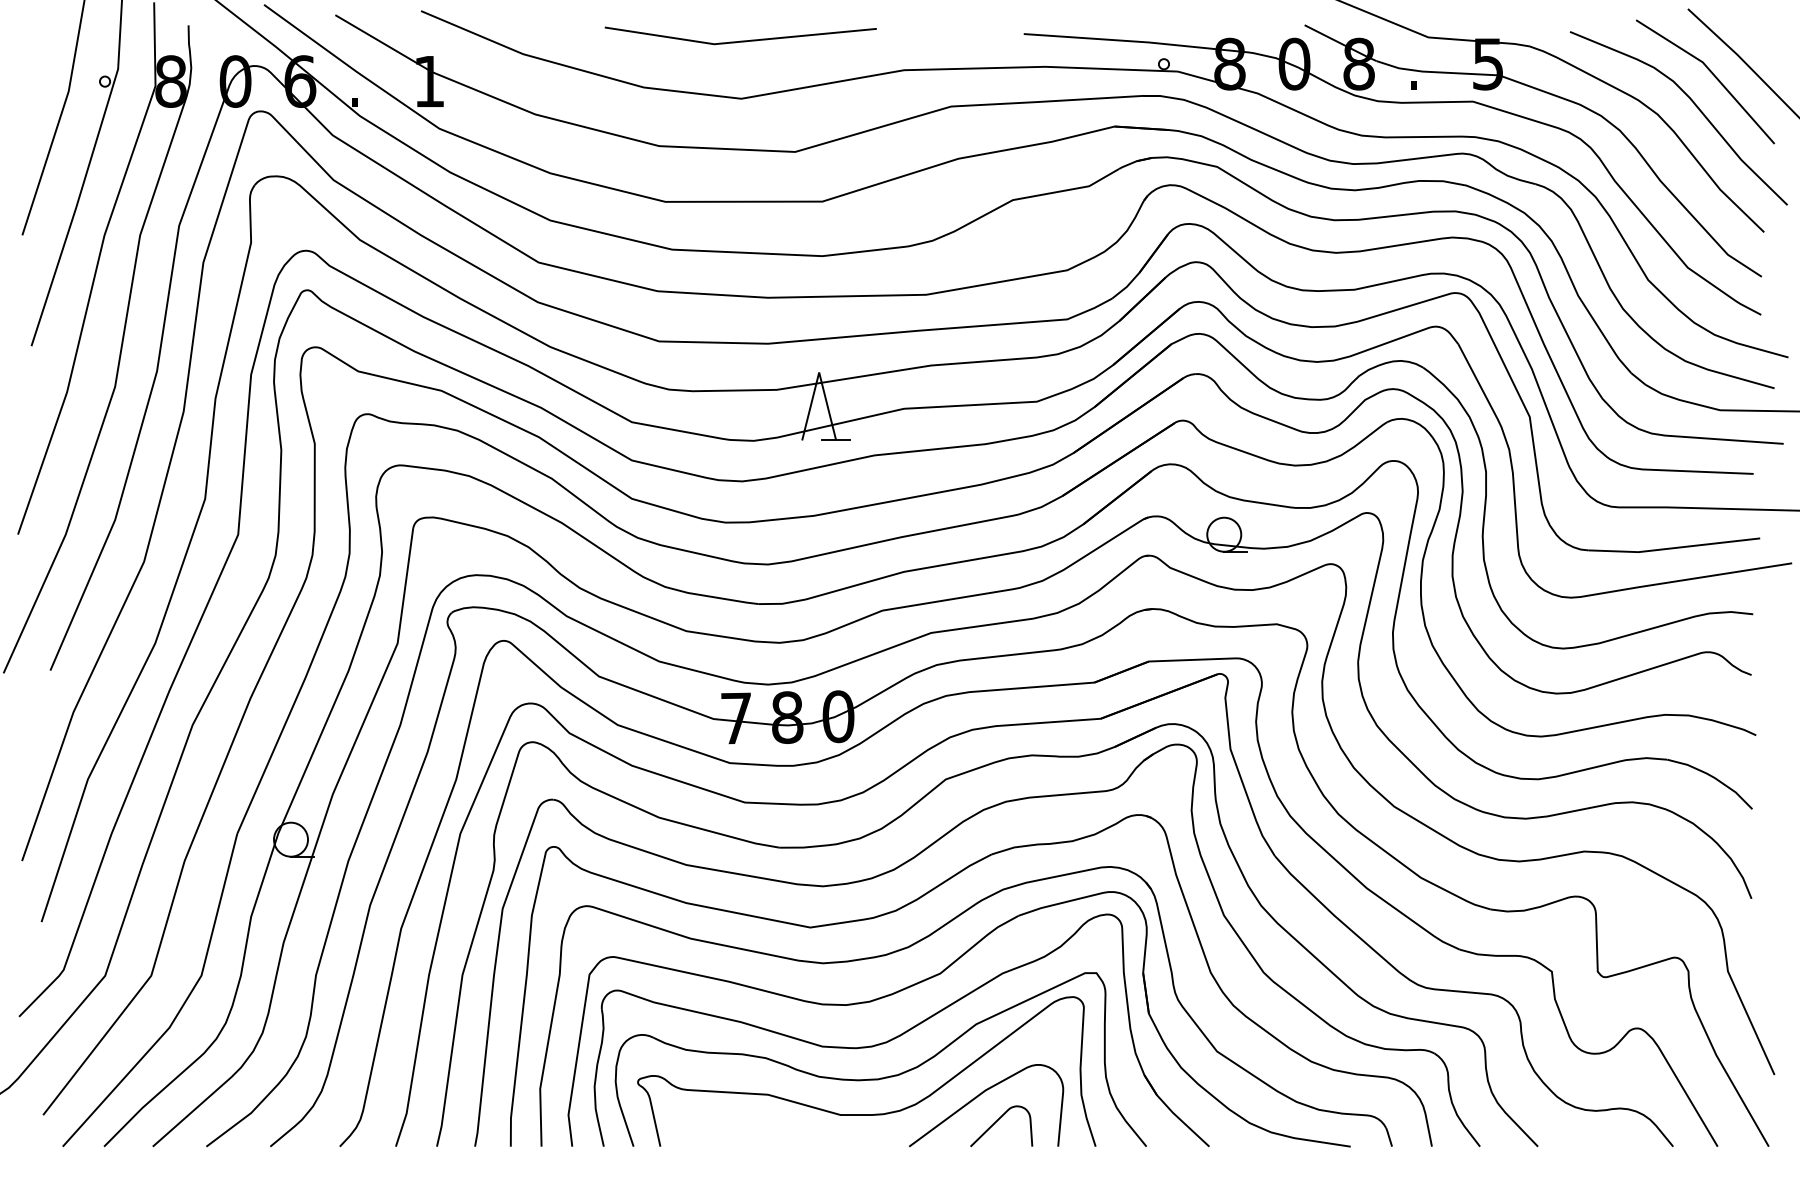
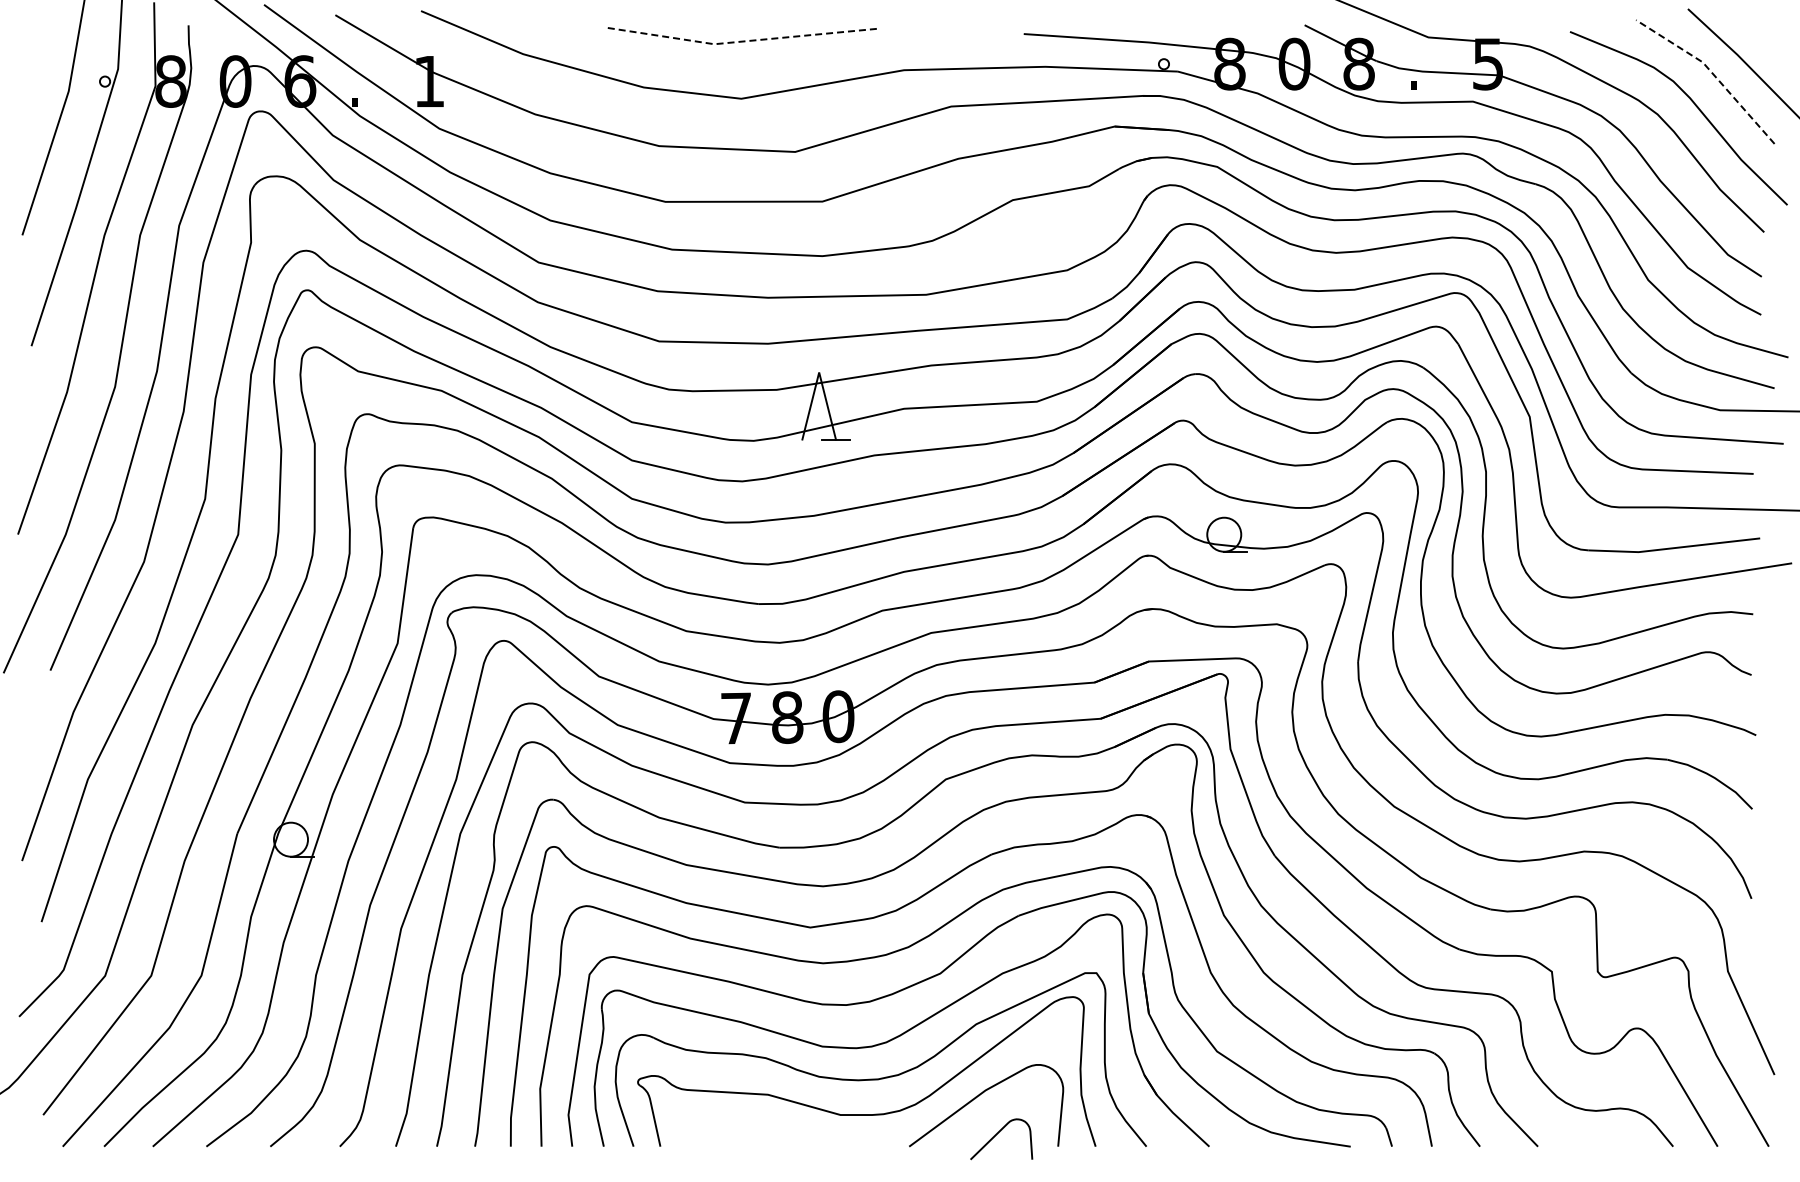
line at (740, 41): solid -> dashed
line at (1712, 72): solid -> dashed
curve at (997, 1121) position: (997, 1121) -> (997, 1134)
